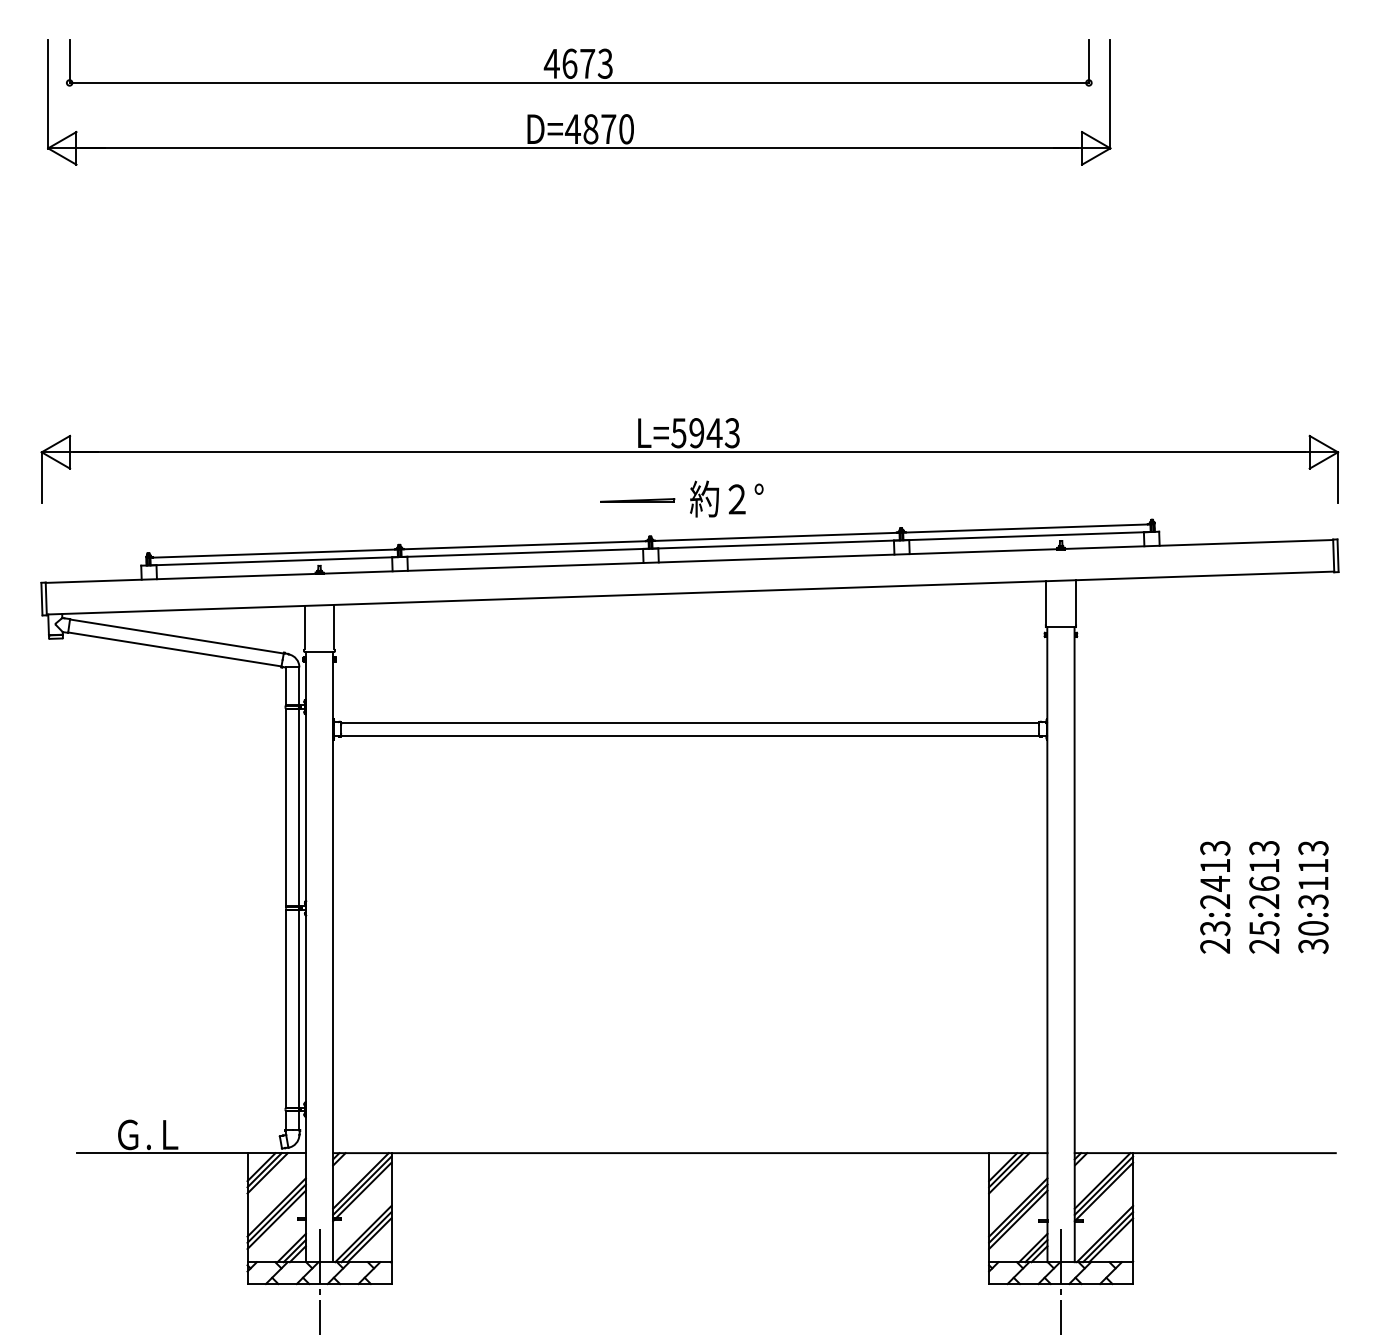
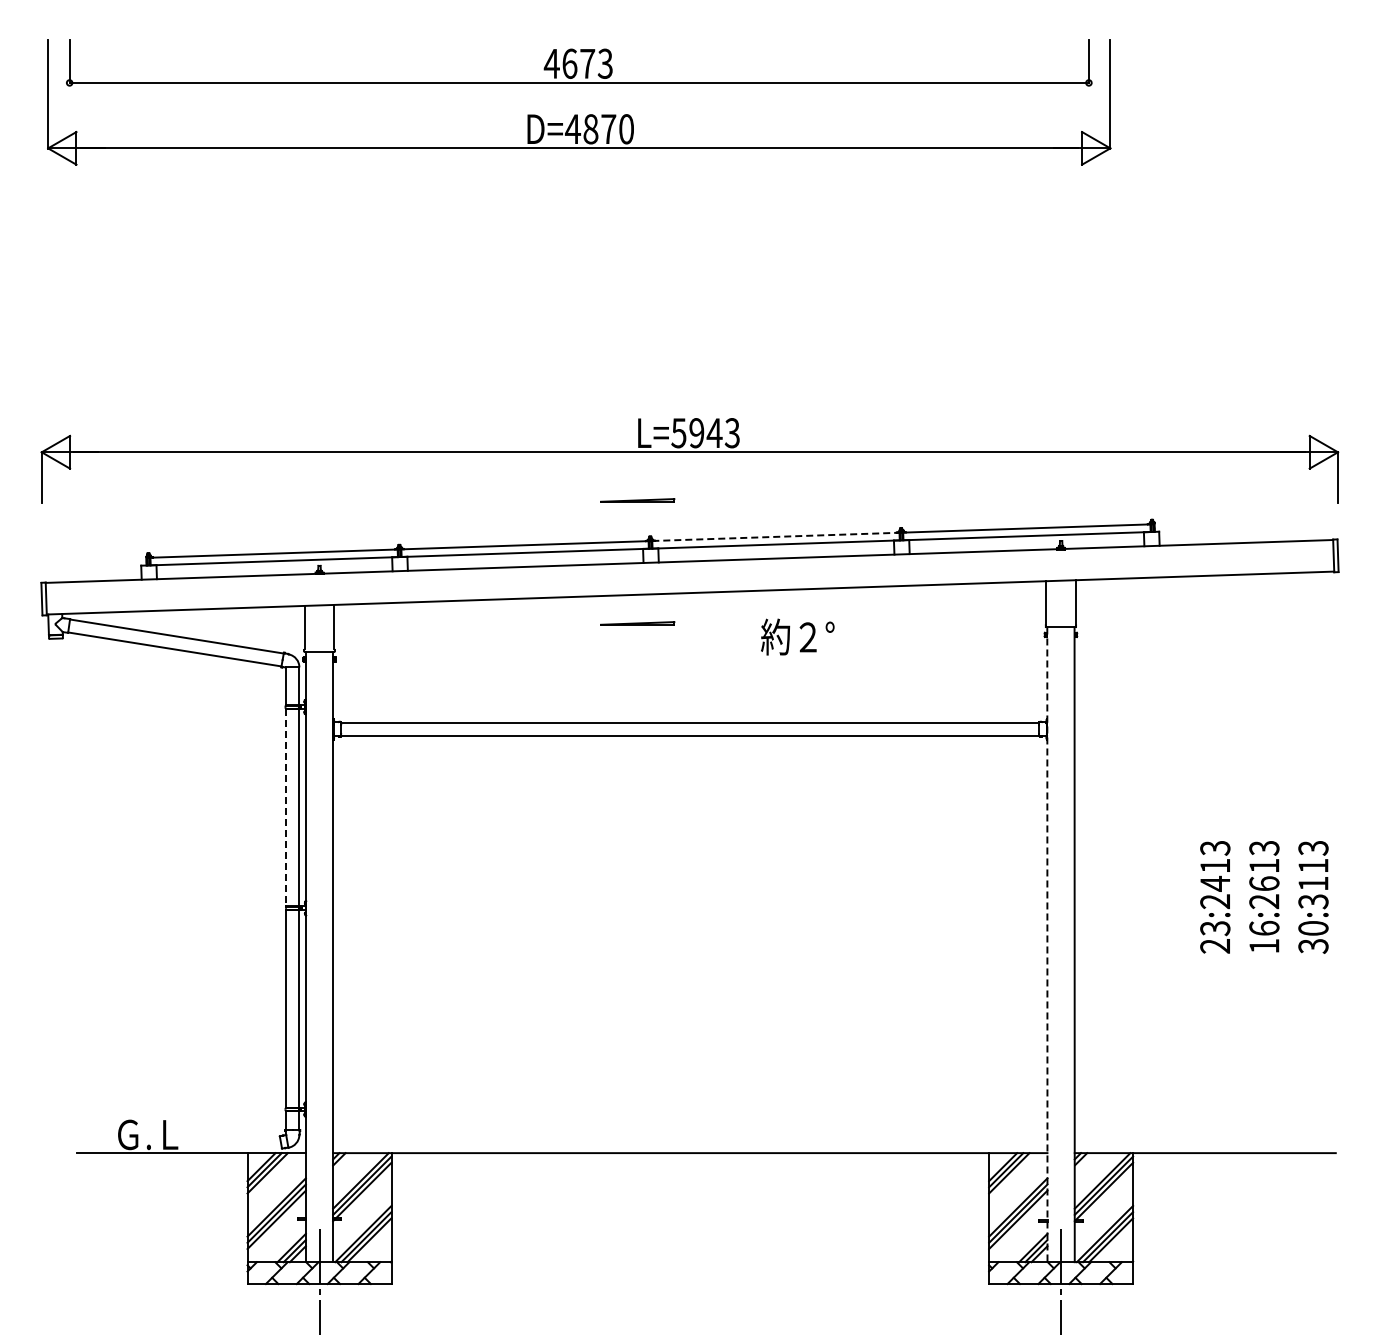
text at (726, 498) position: (726, 498) -> (797, 636)
line at (775, 536): solid -> dashed
line at (637, 623): none -> present
line at (286, 807): solid -> dashed
text at (1264, 936): 25:2613 -> 16:2613
line at (1047, 945): solid -> dashed
